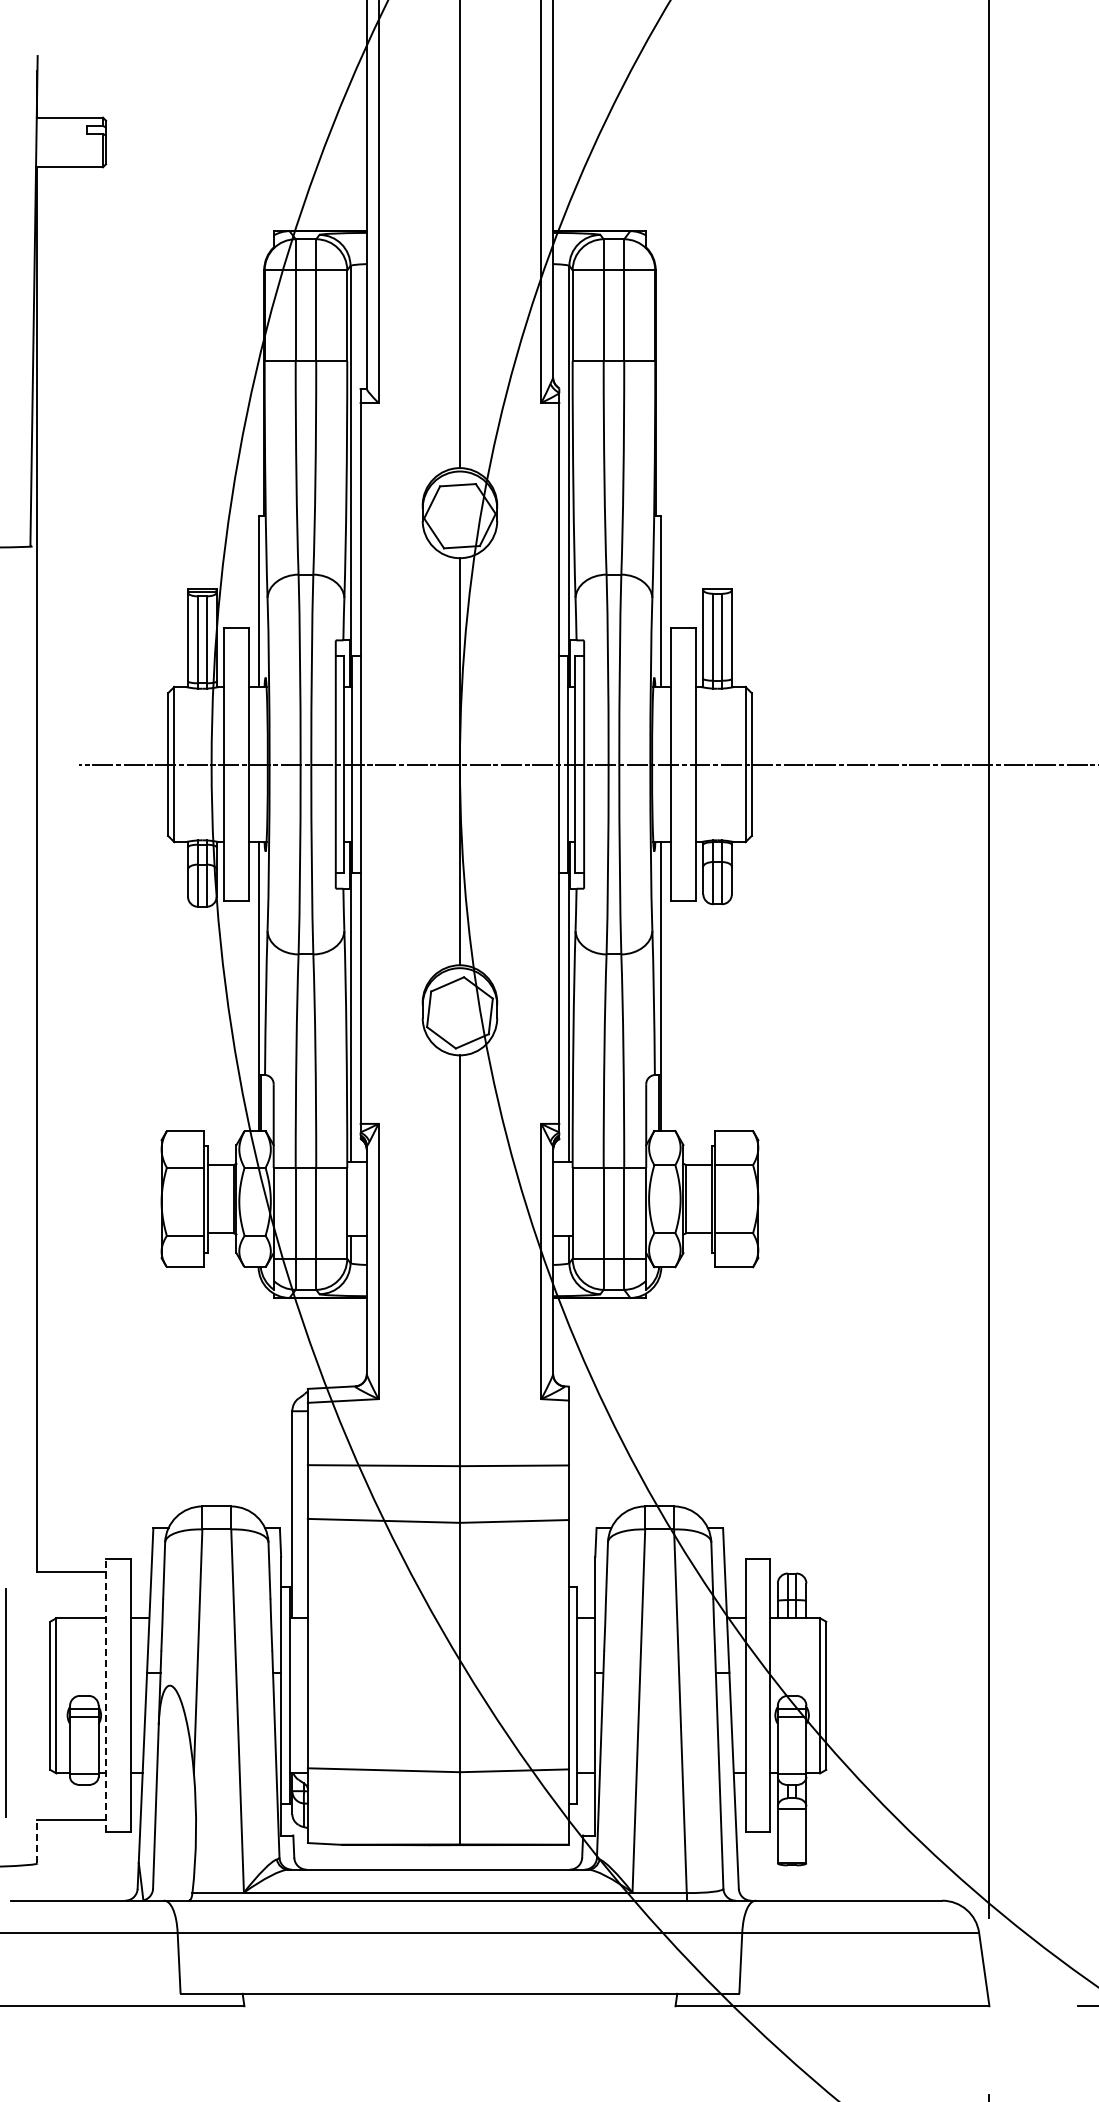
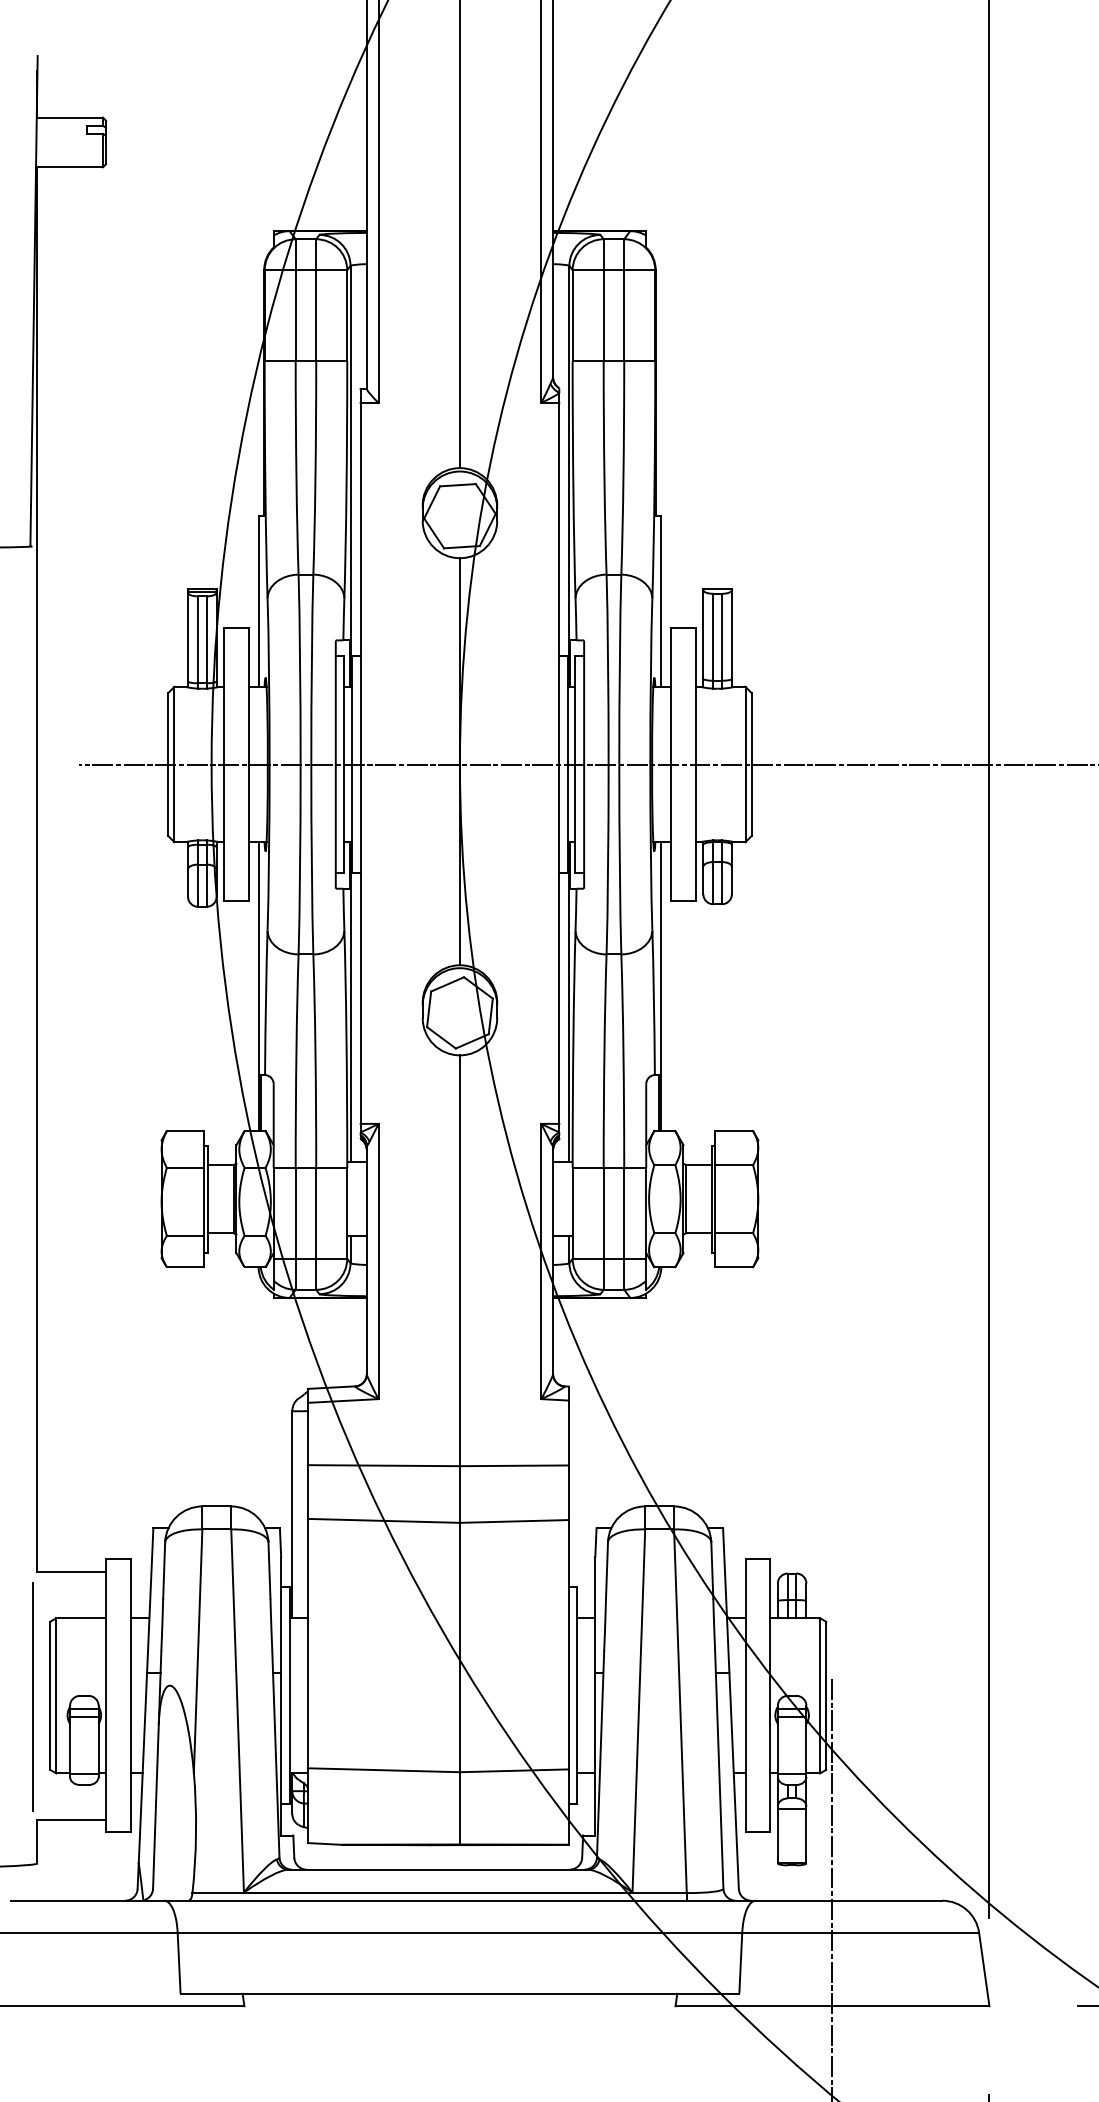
line at (106, 1695): dashed -> solid
line at (5, 1702) position: (5, 1702) -> (32, 1696)
line at (37, 1841): dashed -> solid
line at (832, 1888): none -> present
